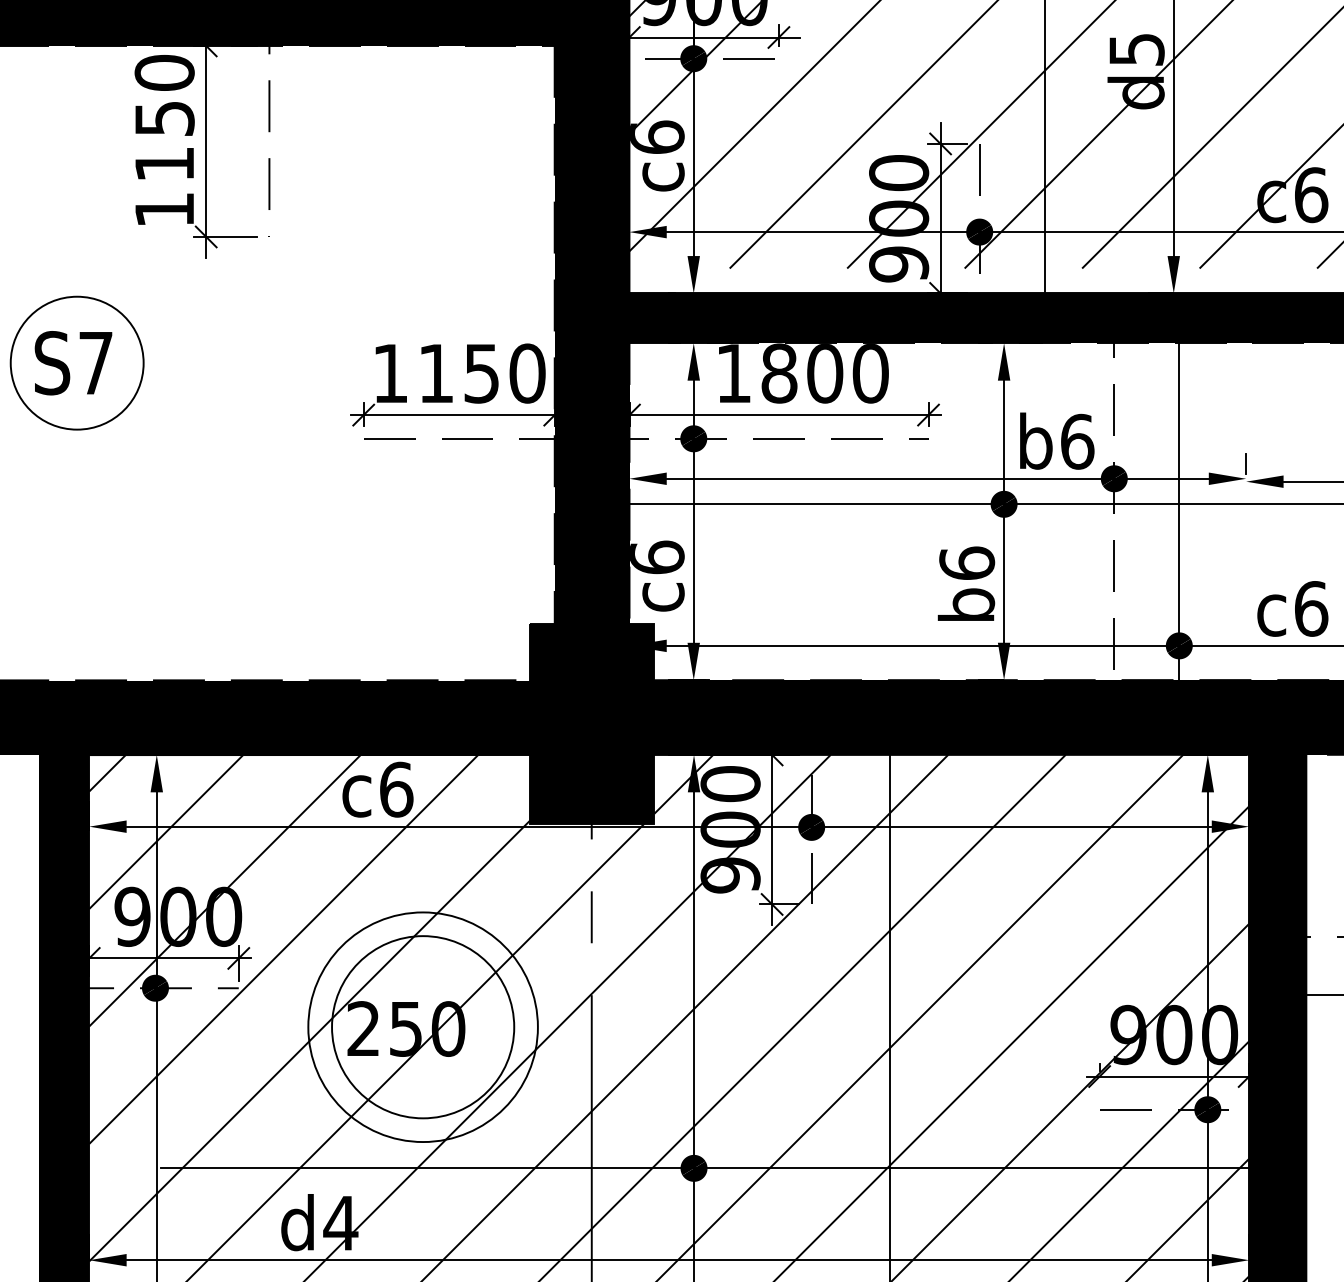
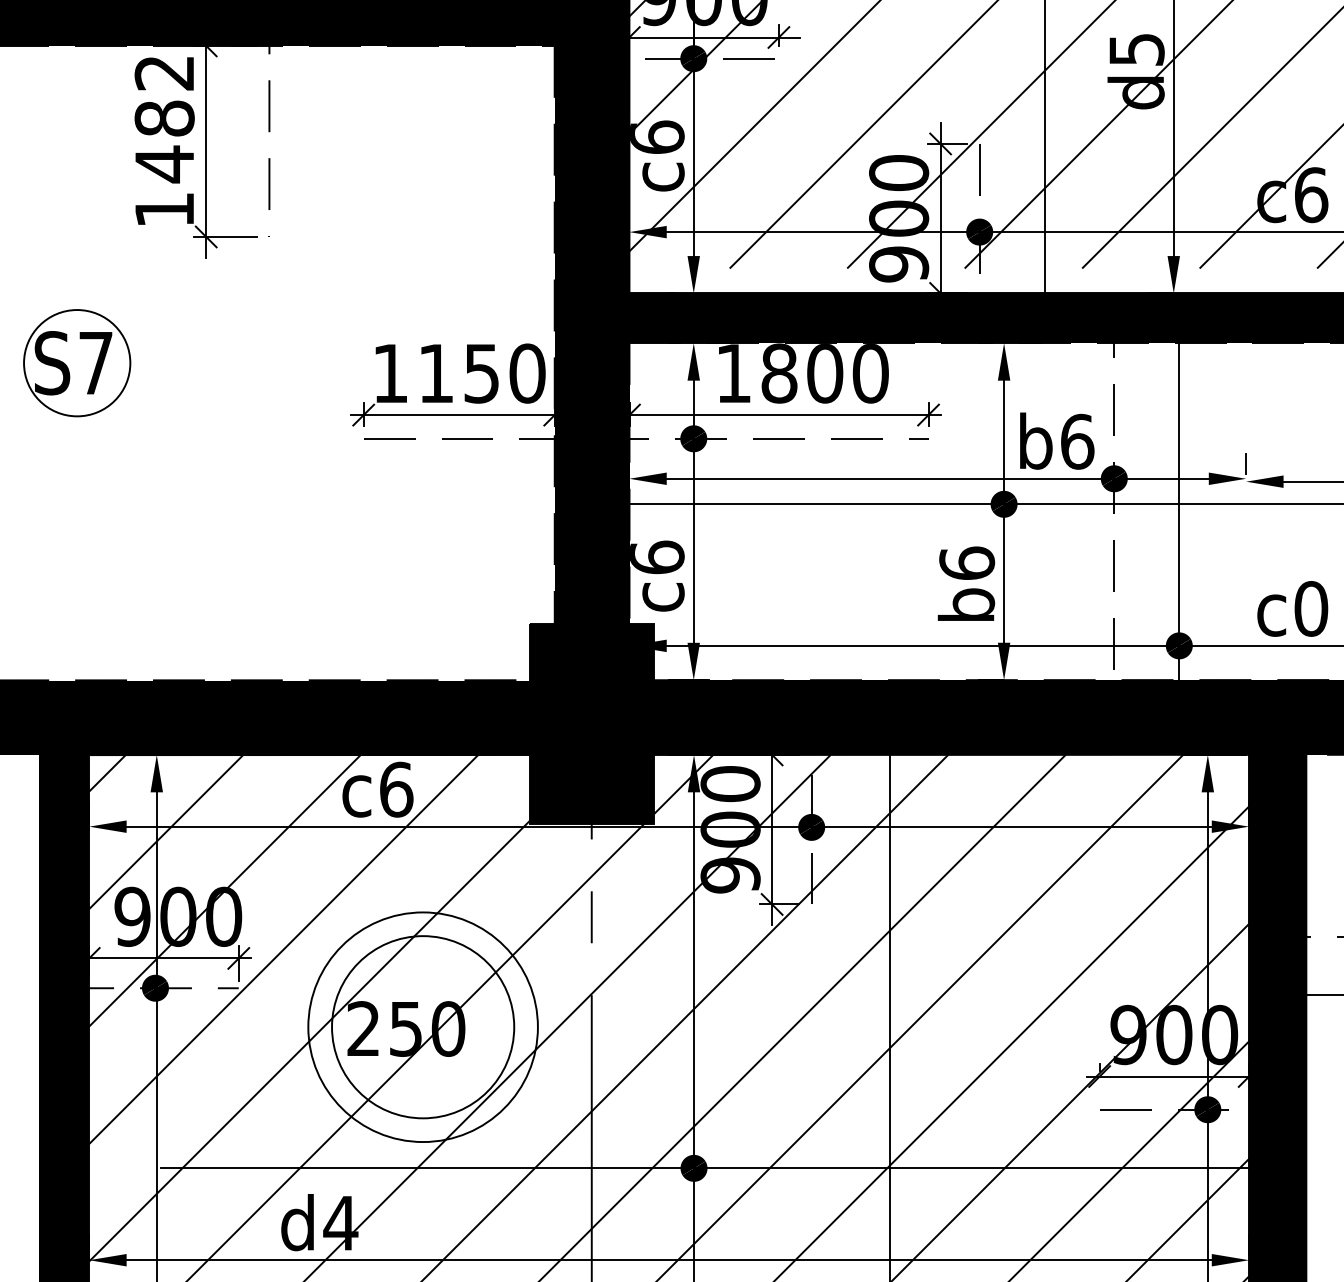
text at (164, 119): 1150 -> 1482
circle at (76, 362) diameter: 133 px -> 106 px
text at (1311, 608): c6 -> c0
